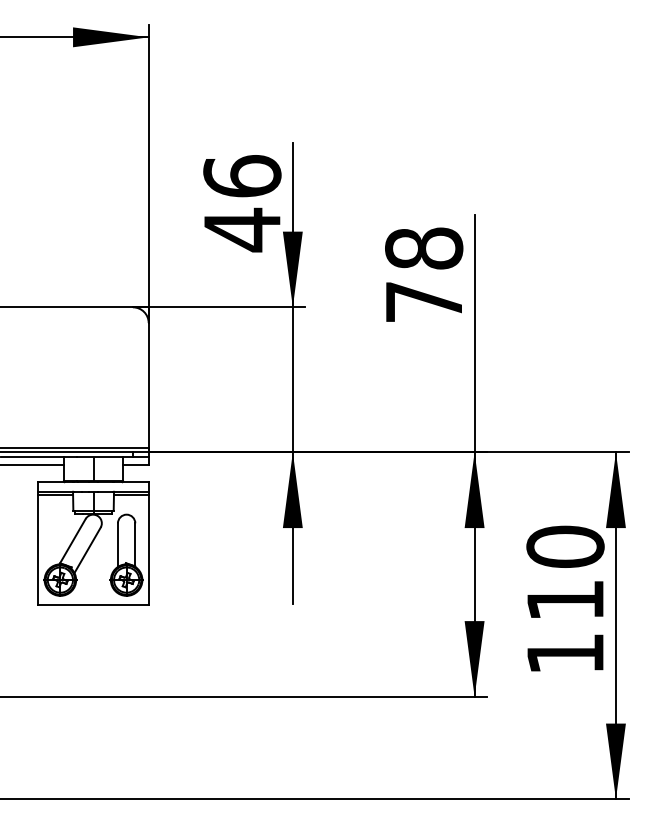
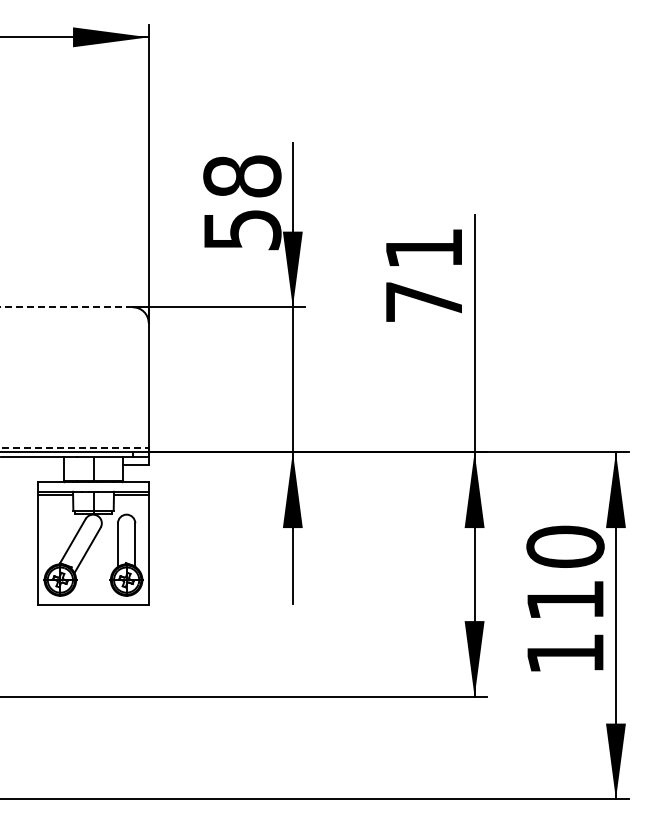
text at (242, 203): 46 -> 58
text at (424, 248): 78 -> 71
line at (66, 307): solid -> dashed
line at (74, 447): solid -> dashed
line at (32, 465): present -> none
